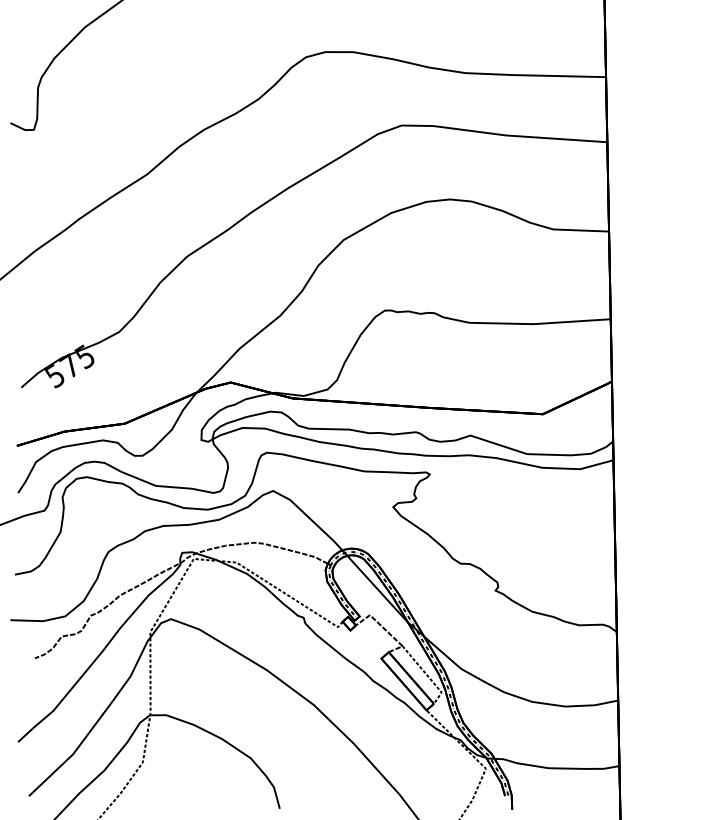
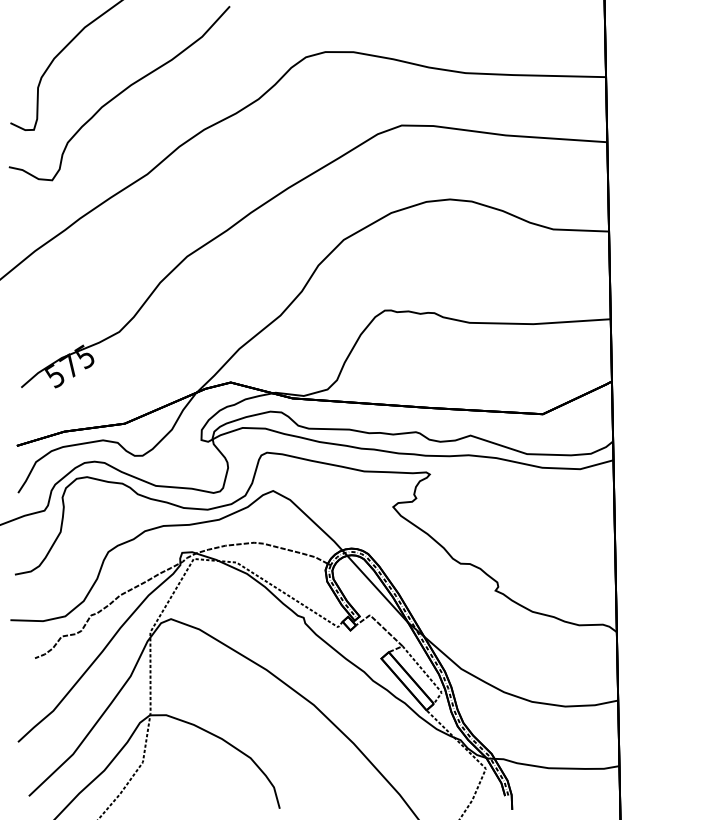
curve at (119, 93): none -> present
